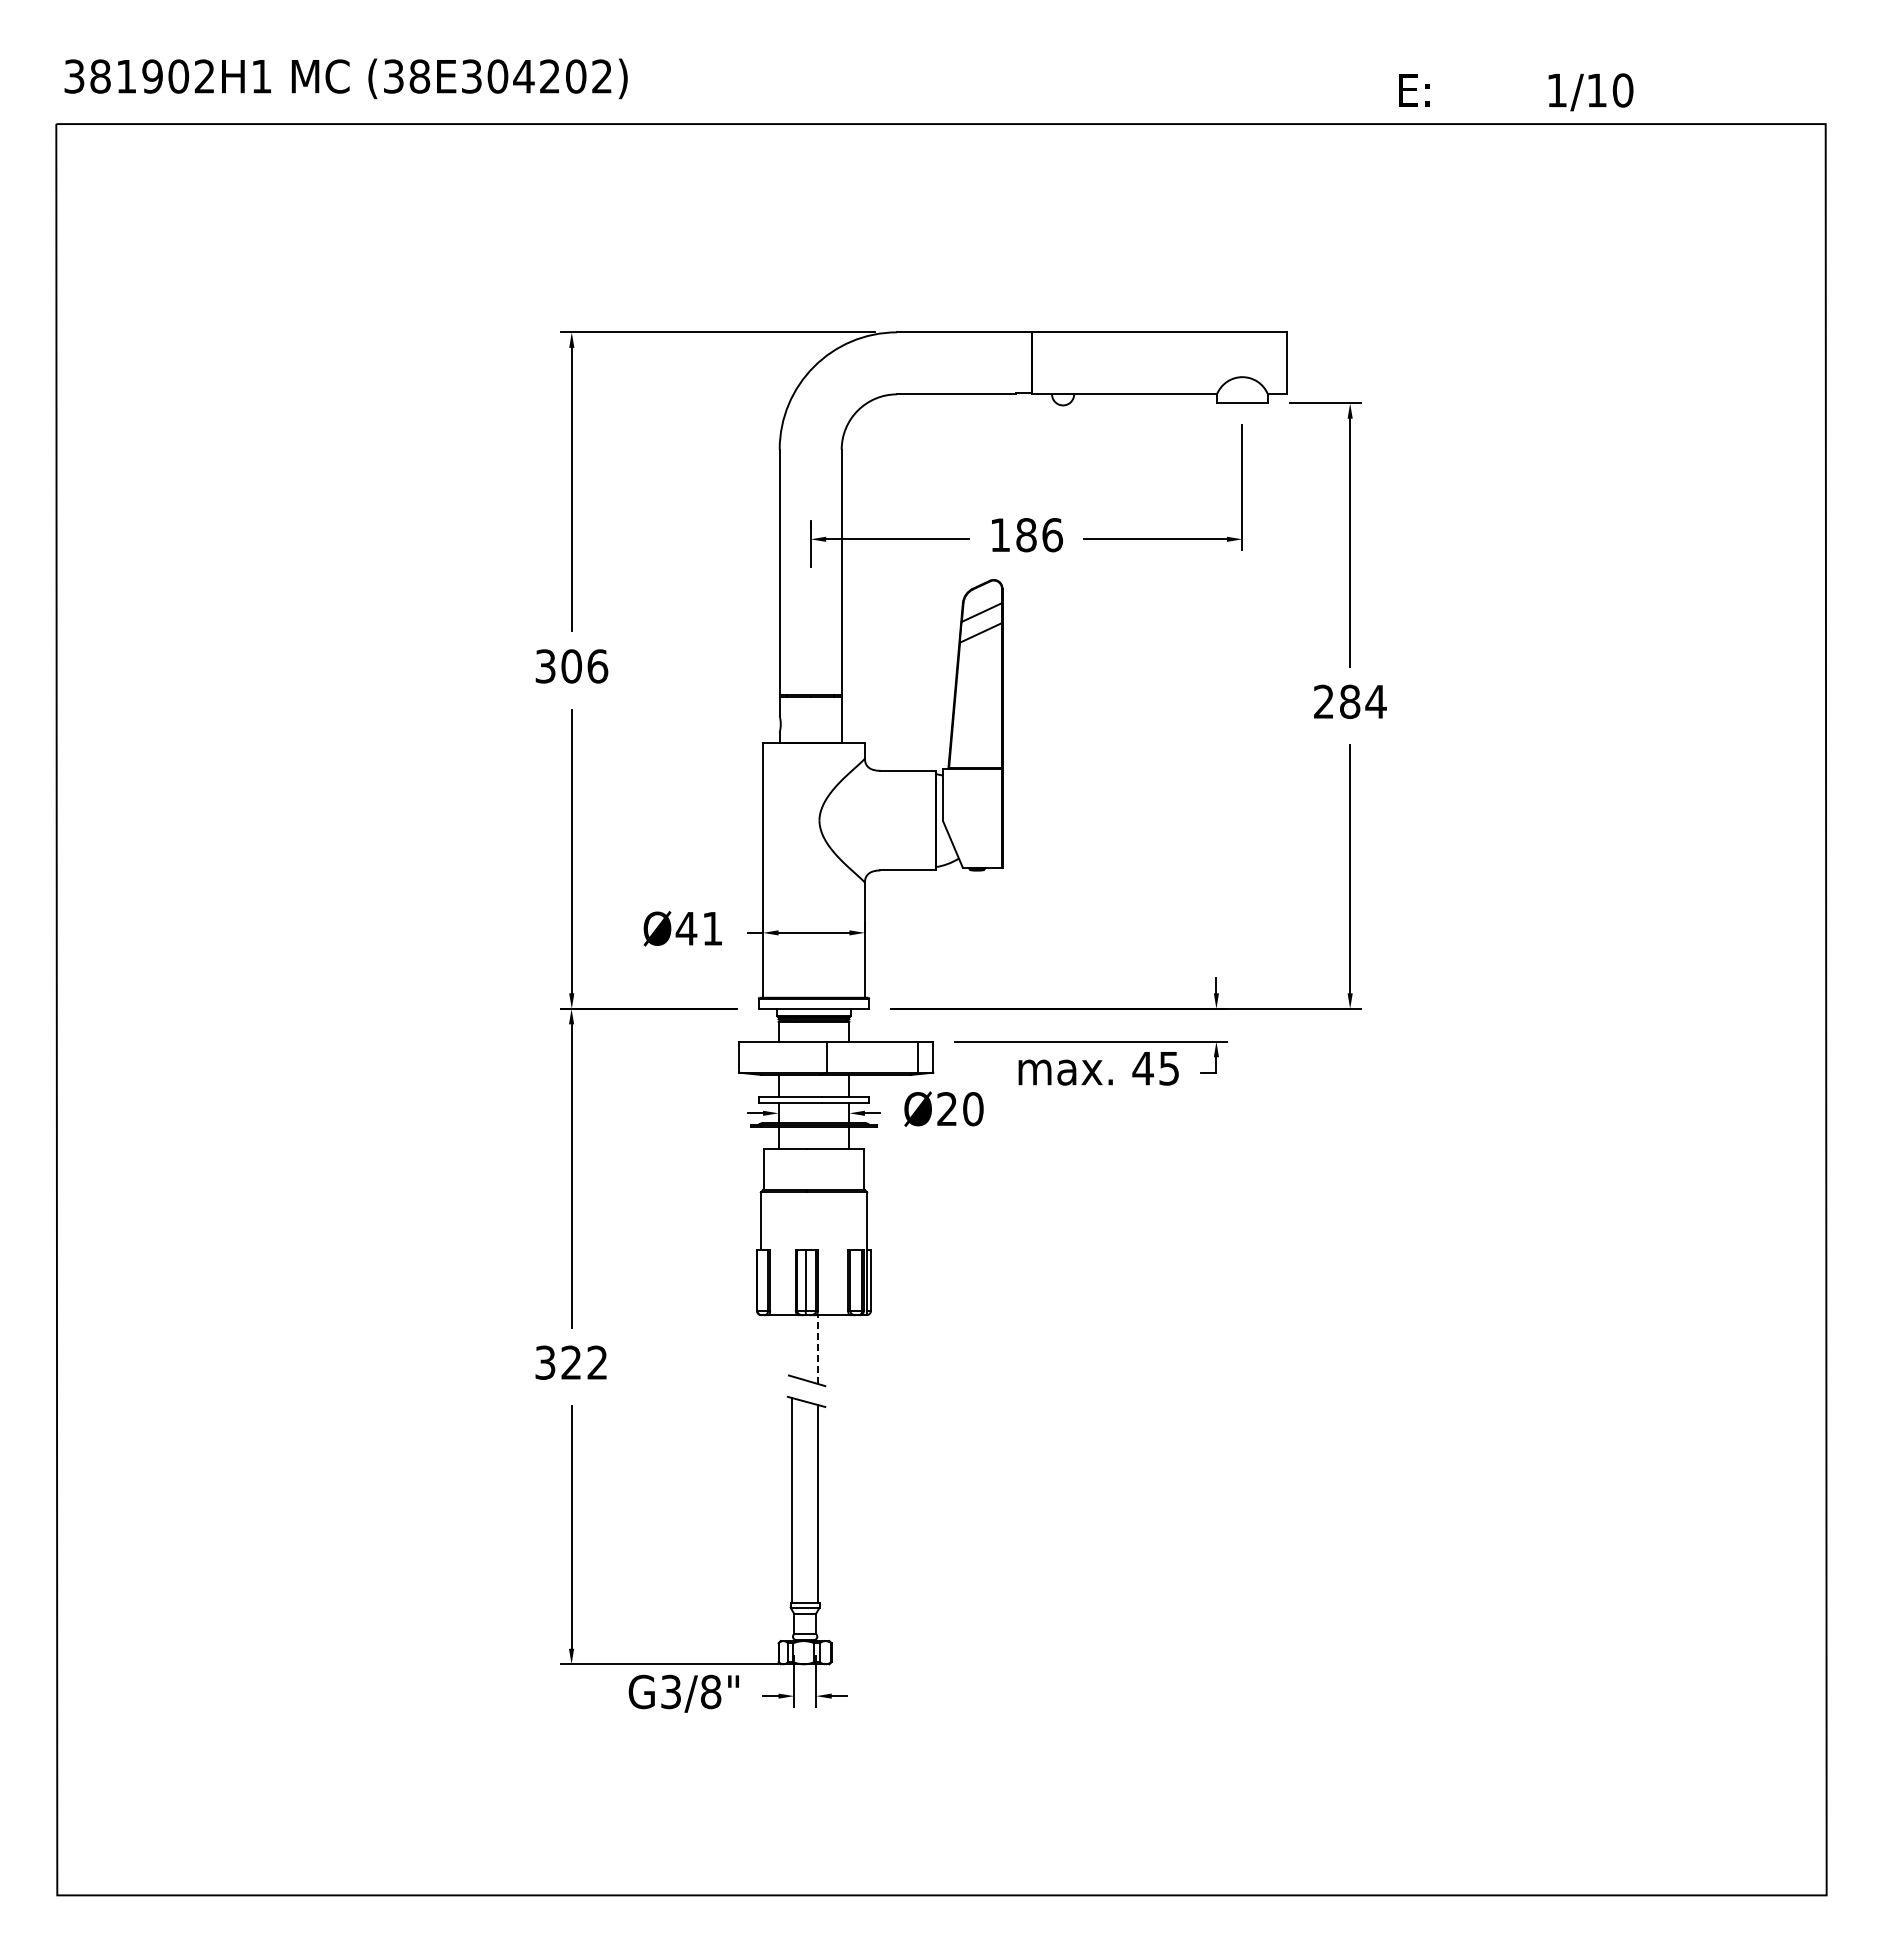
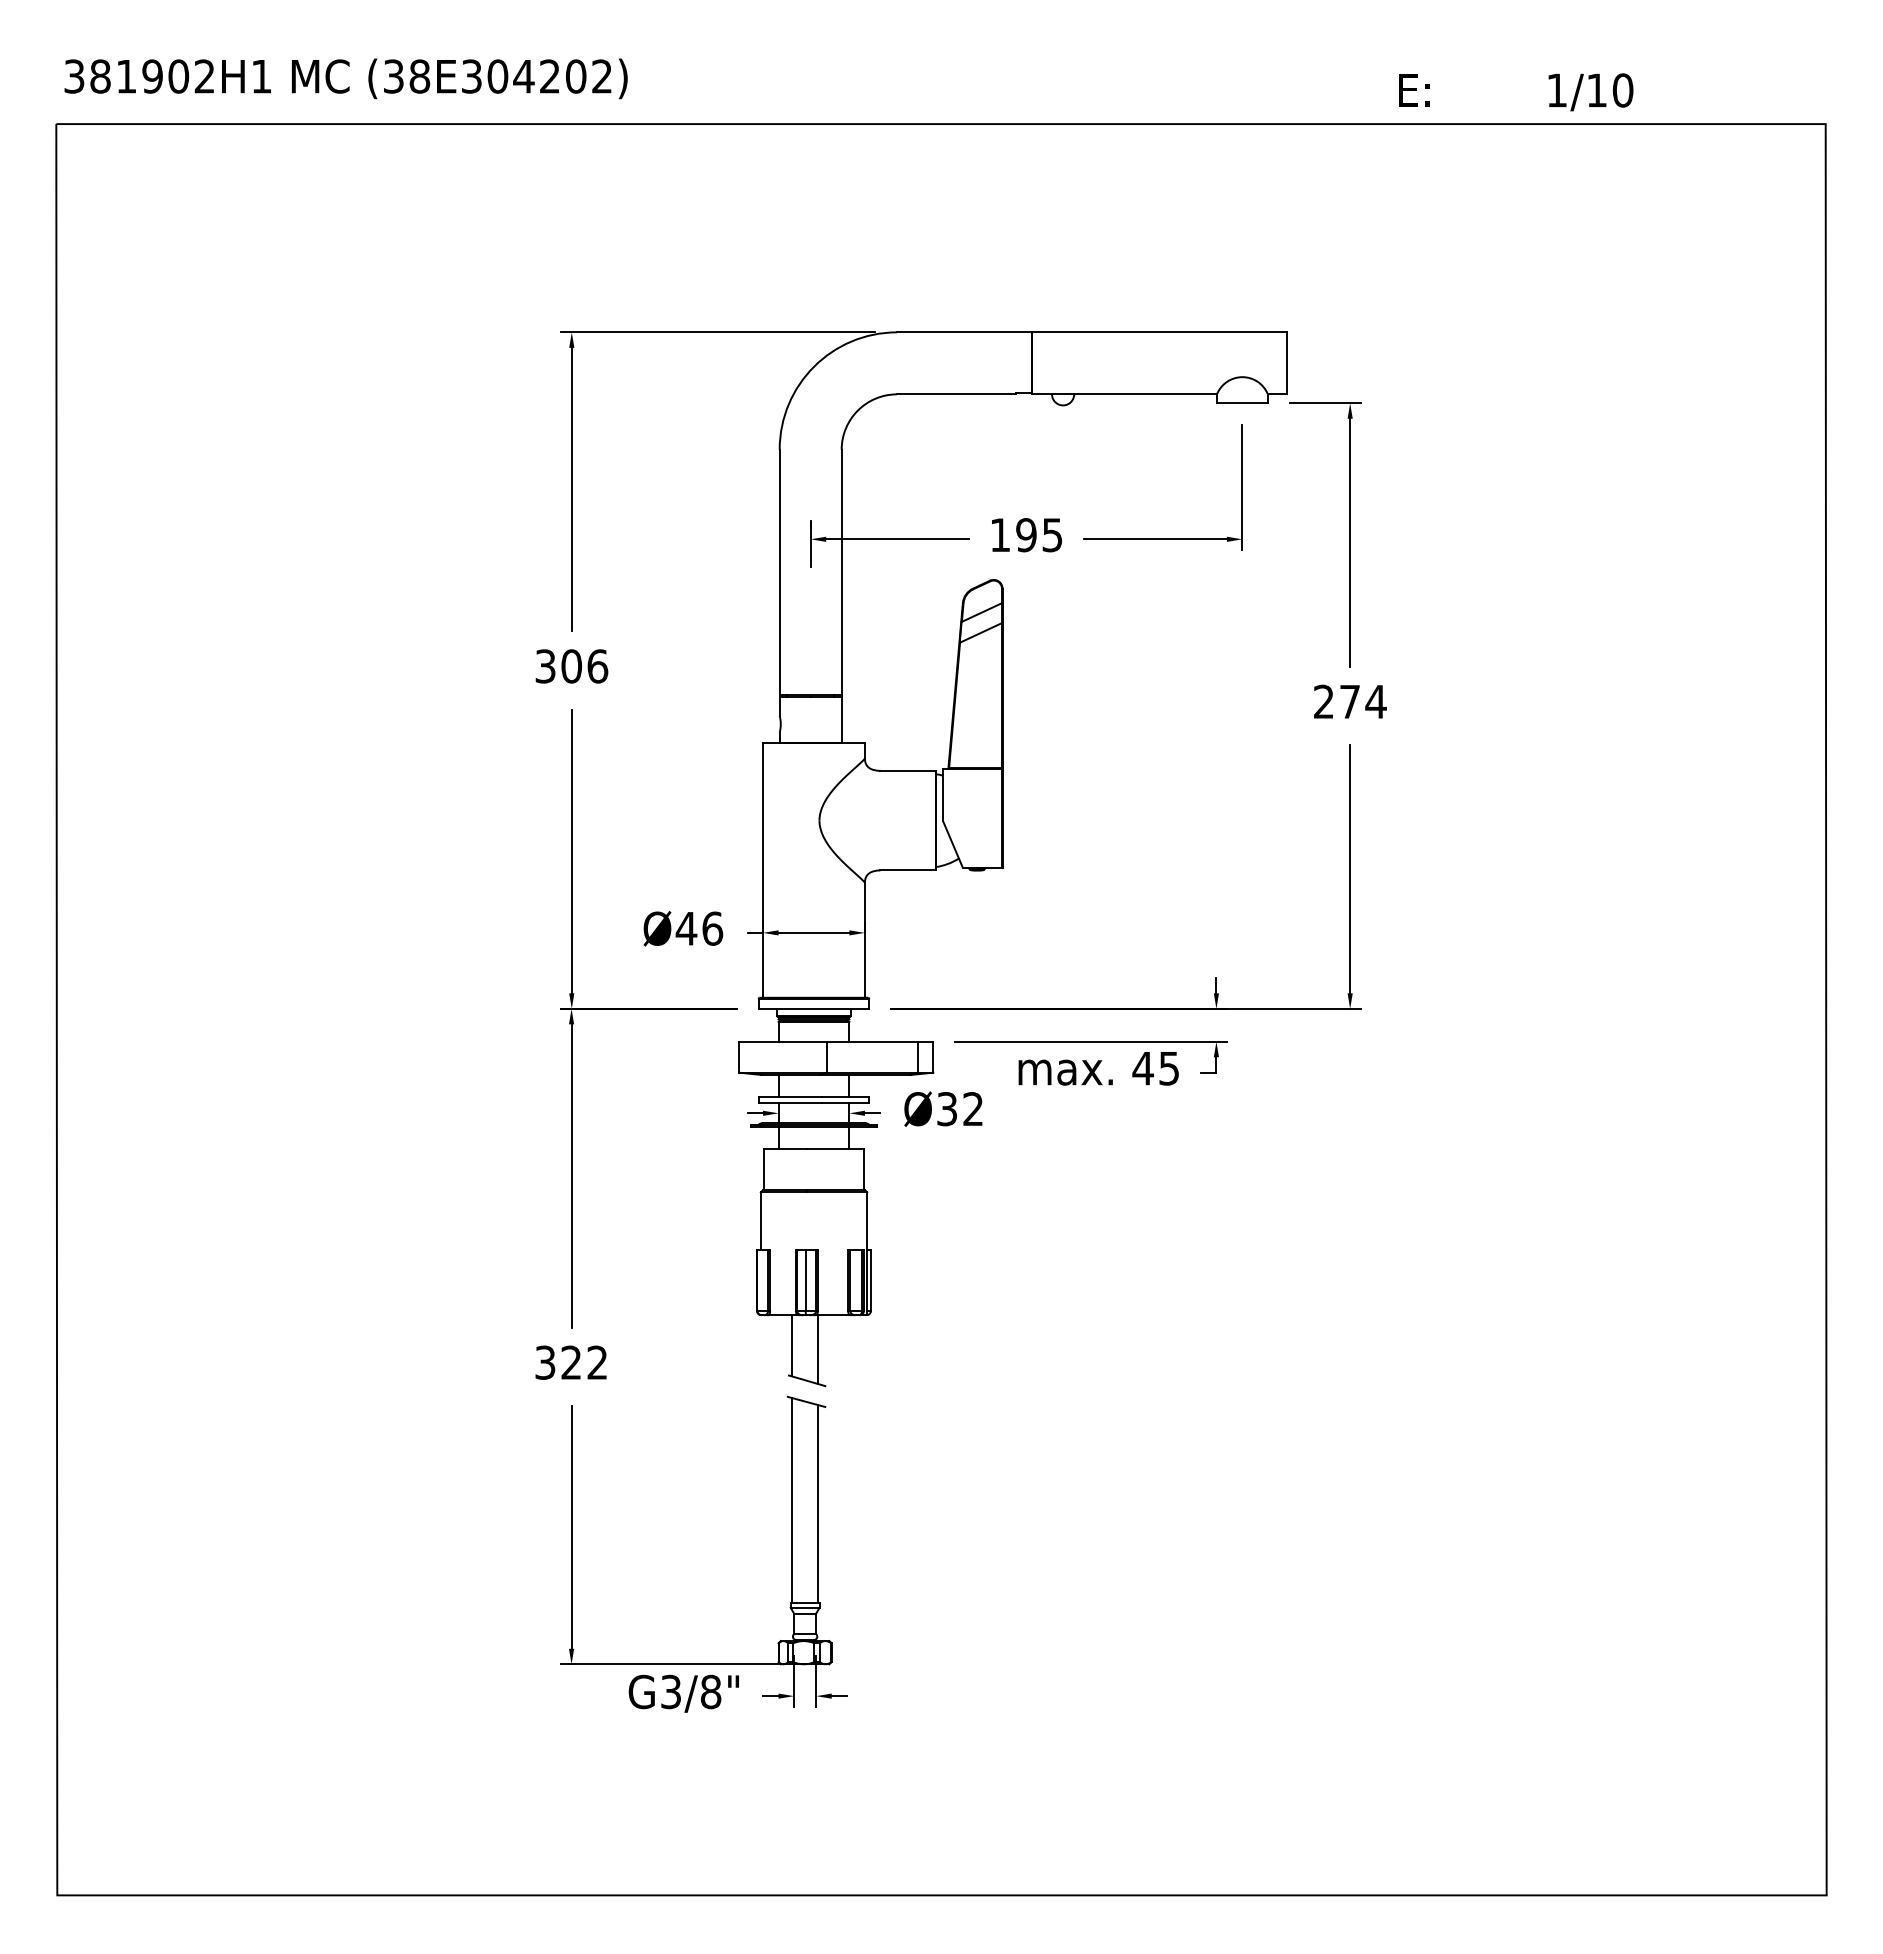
text at (1039, 535): 186 -> 195
text at (1350, 701): 284 -> 274
text at (712, 928): Ø41 -> Ø46
text at (960, 1109): Ø20 -> Ø32
line at (791, 1345): none -> present
line at (818, 1349): dashed -> solid
